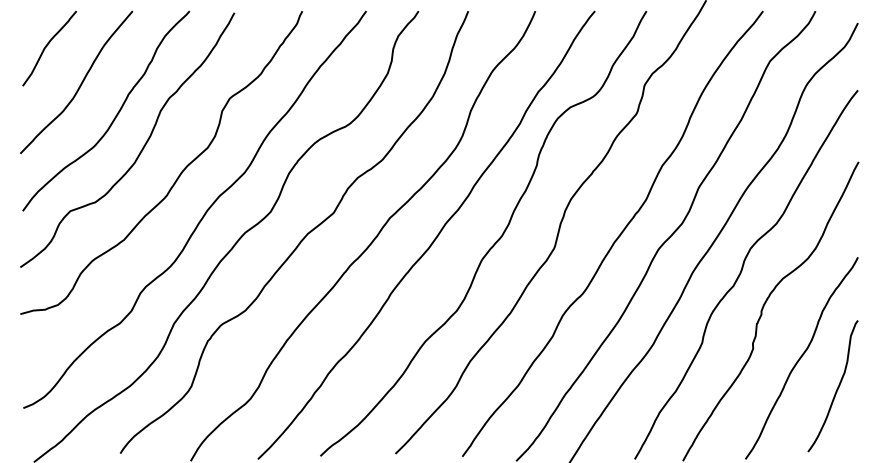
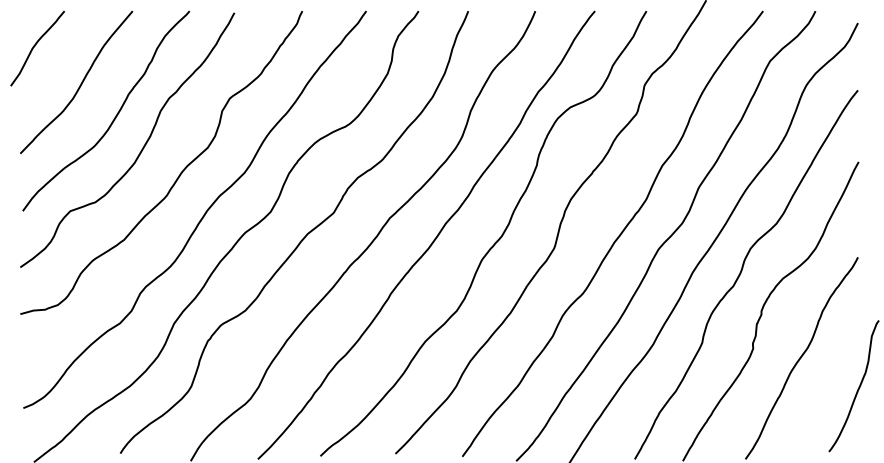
curve at (47, 46) position: (47, 46) -> (35, 46)
curve at (837, 386) position: (837, 386) -> (858, 386)
